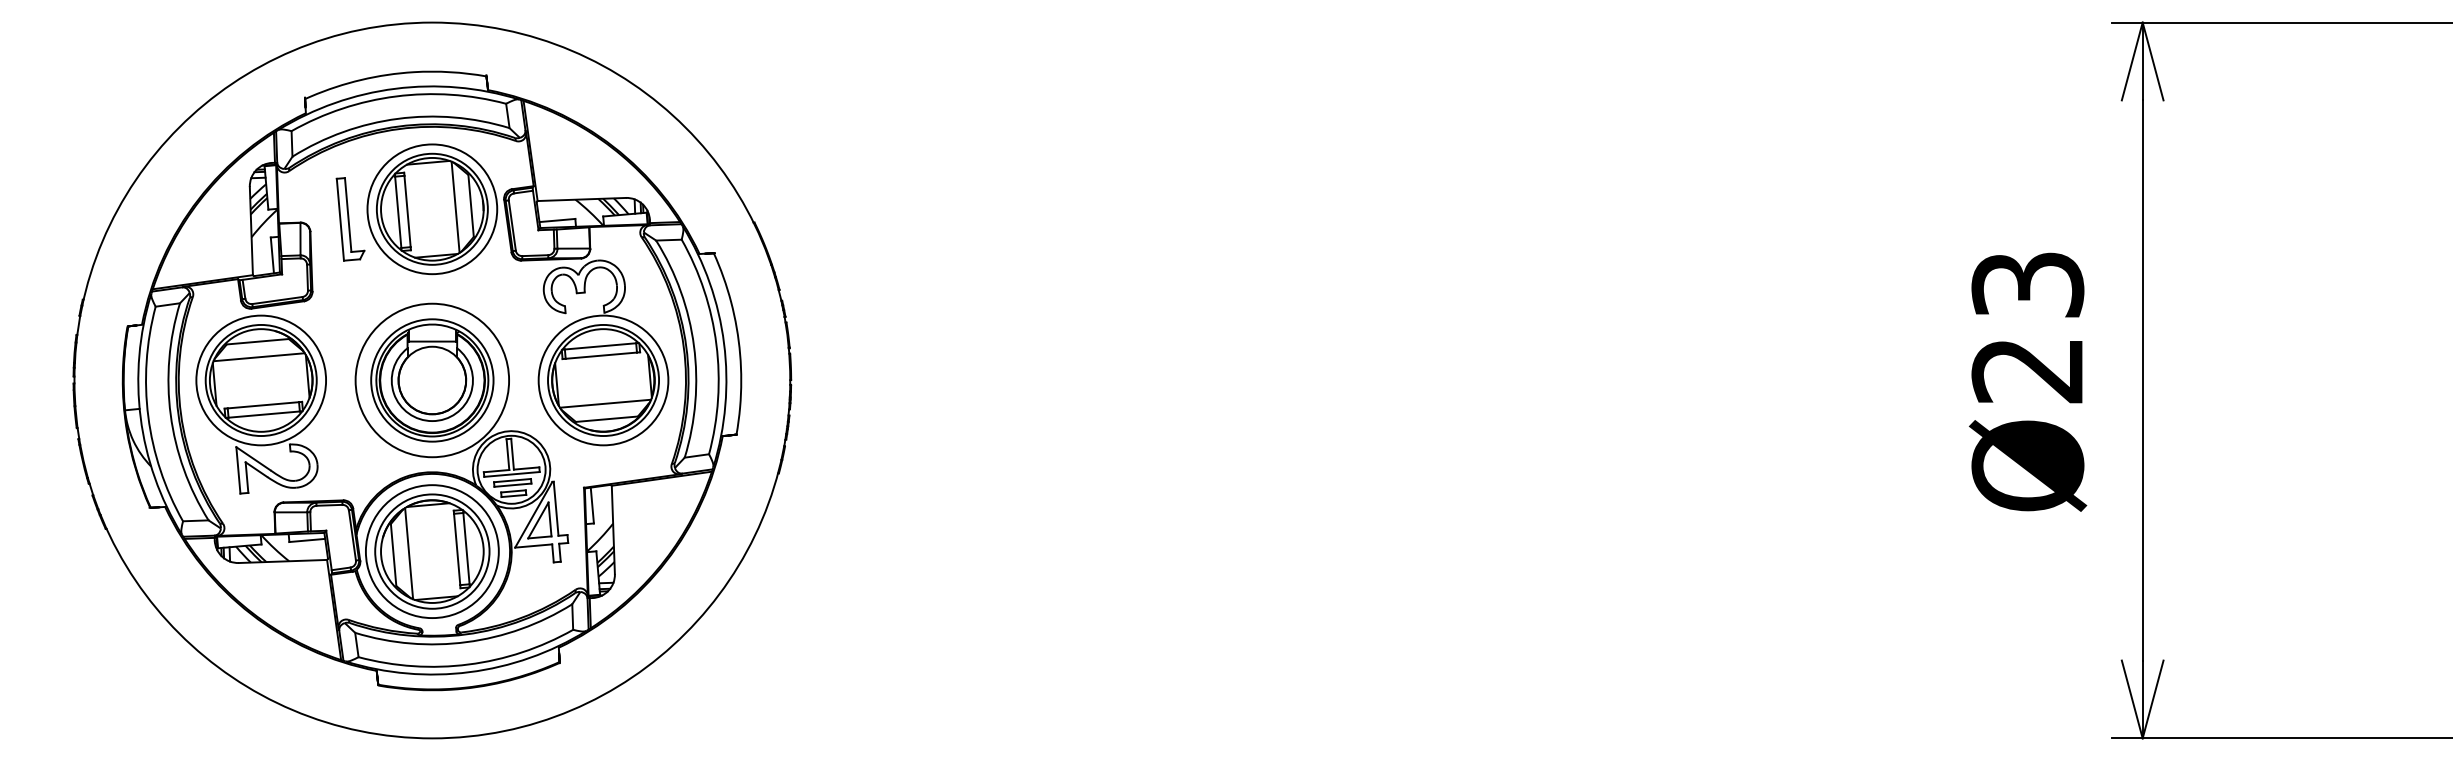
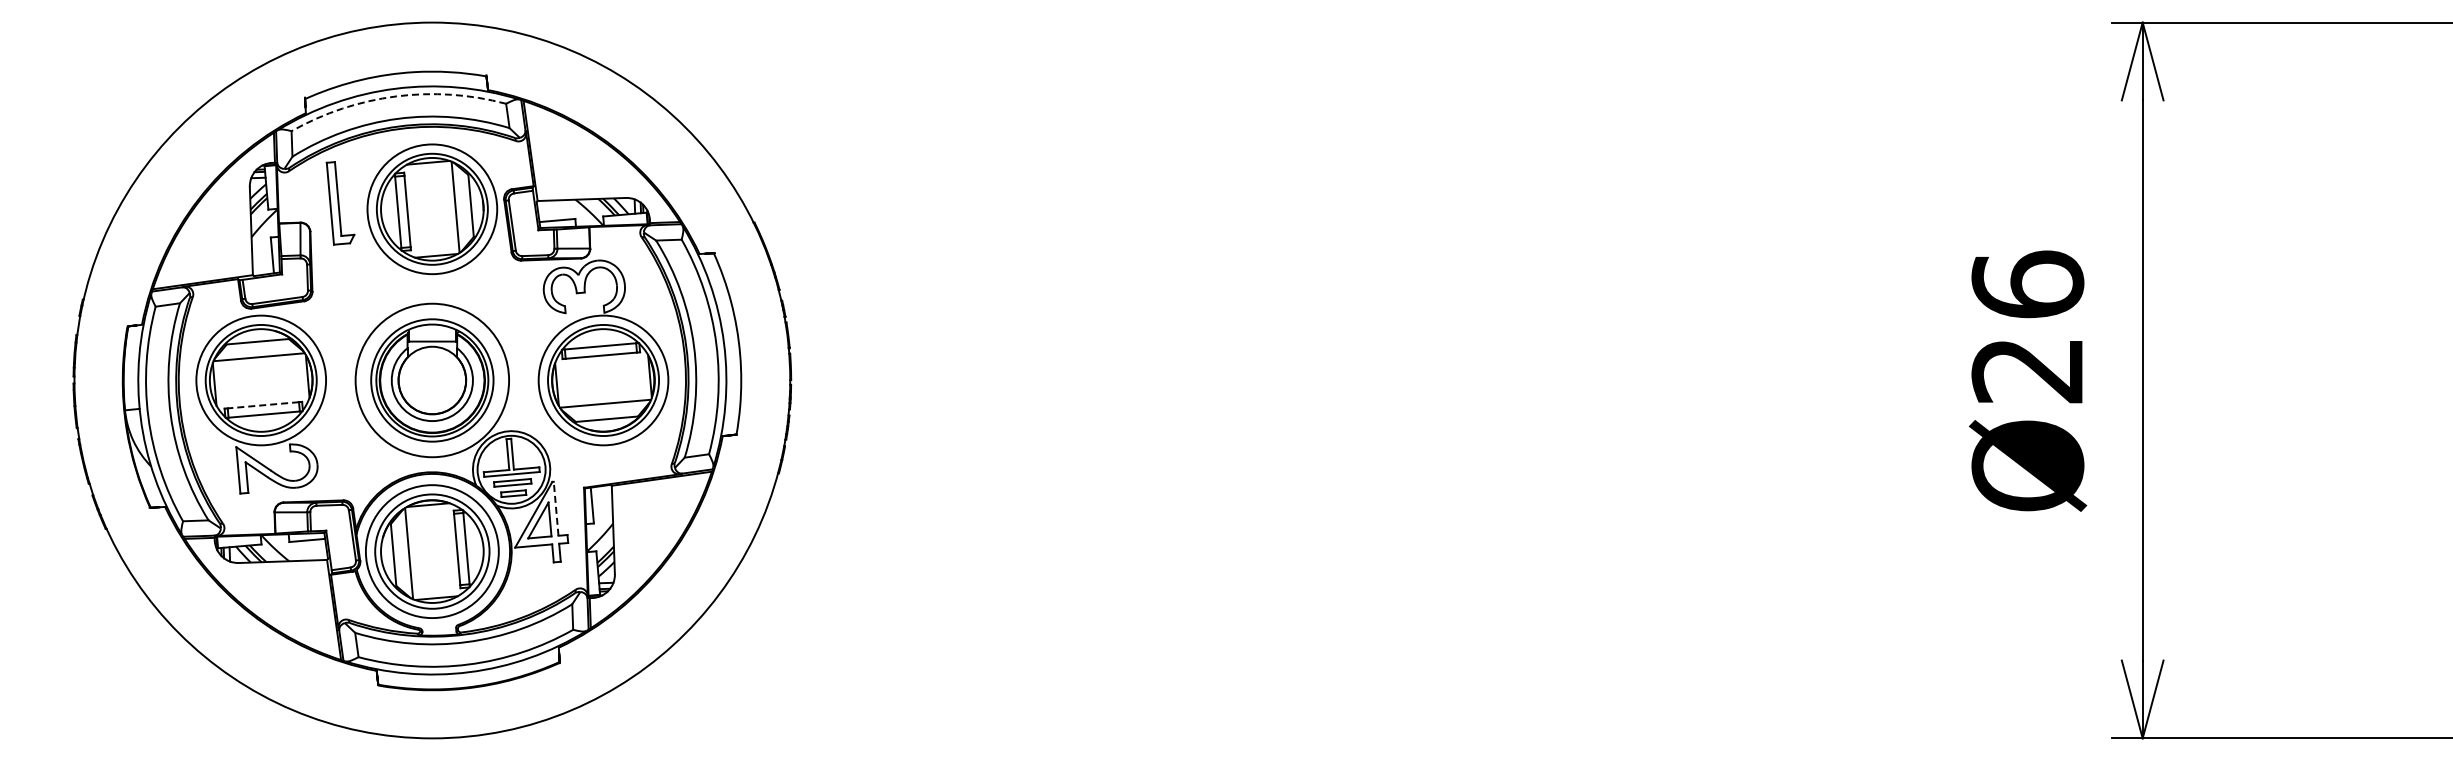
arc at (396, 96): solid -> dashed
part at (350, 219) position: (350, 219) -> (340, 203)
text at (2027, 284): Ø23 -> Ø26
line at (263, 405): solid -> dashed
line at (556, 508): solid -> dashed
